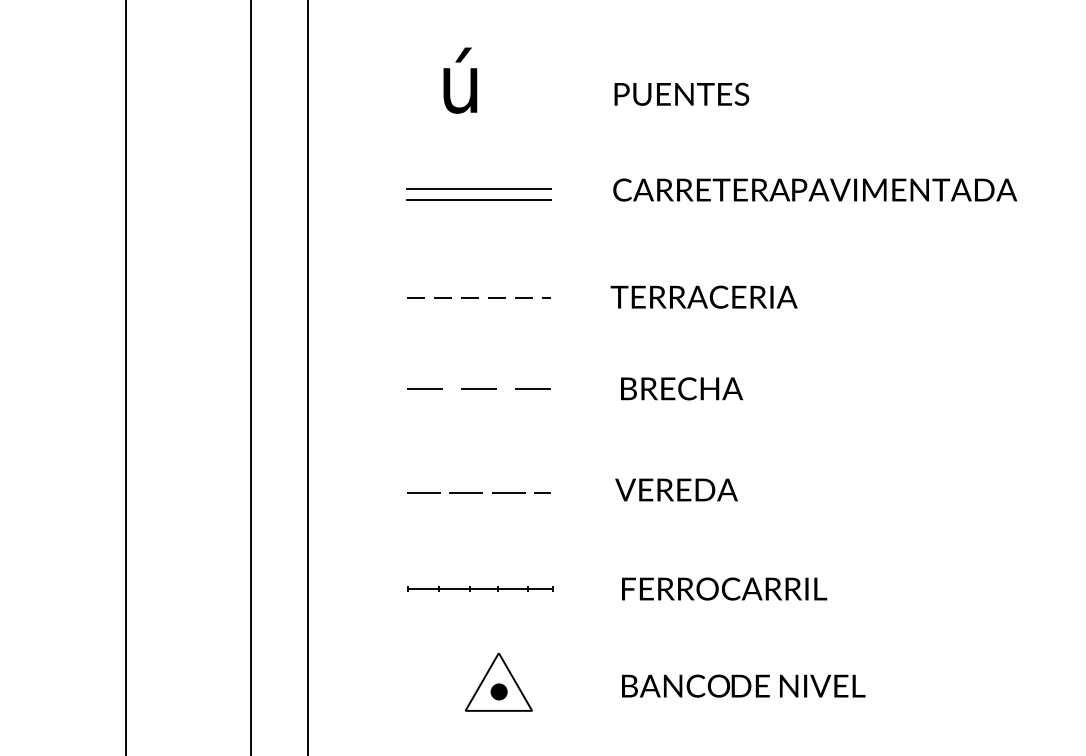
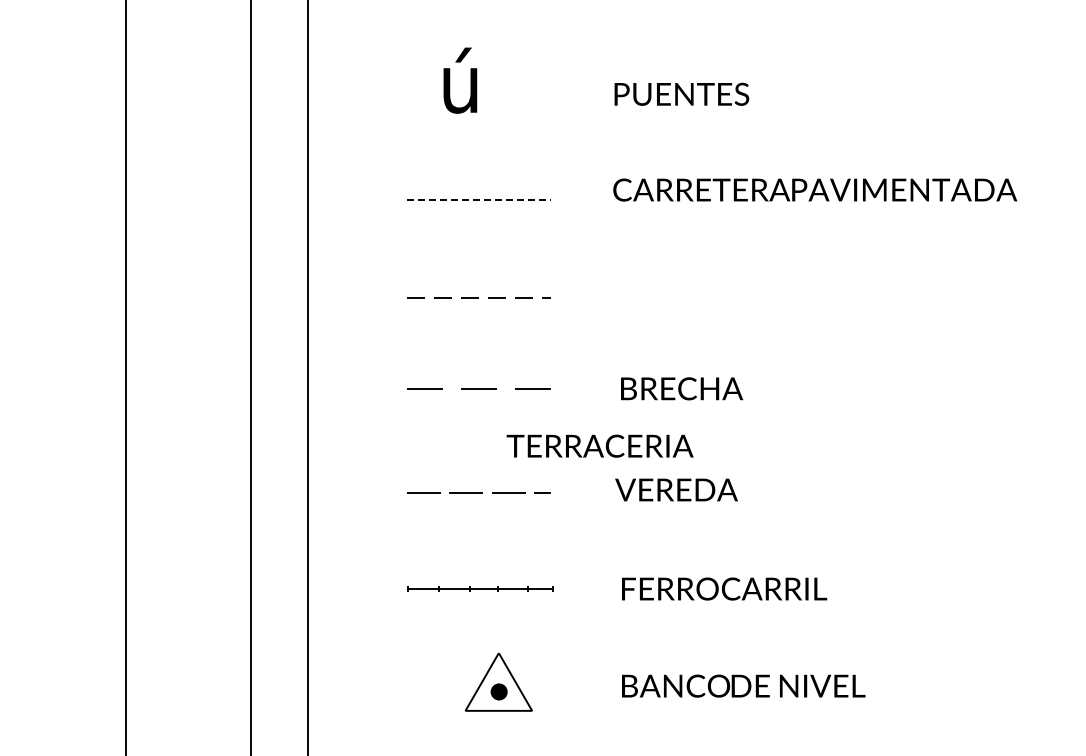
line at (478, 188): present -> none
line at (479, 200): solid -> dashed
text at (703, 296) position: (703, 296) -> (599, 445)
